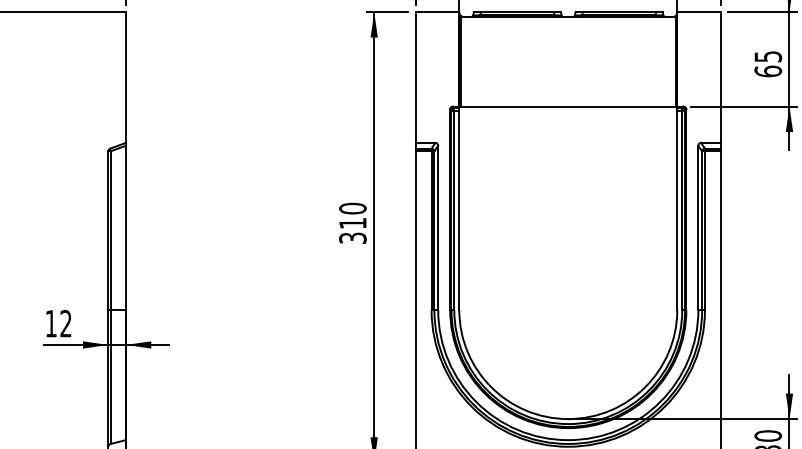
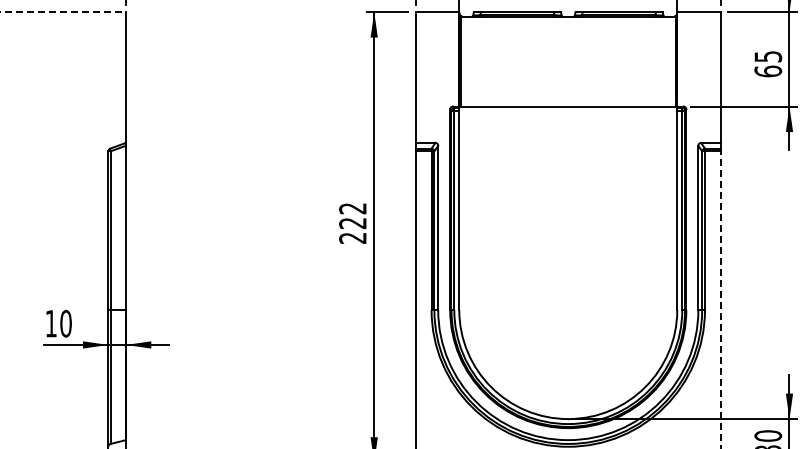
line at (62, 12): solid -> dashed
text at (352, 222): 310 -> 222
line at (720, 300): solid -> dashed
text at (65, 323): 12 -> 10
